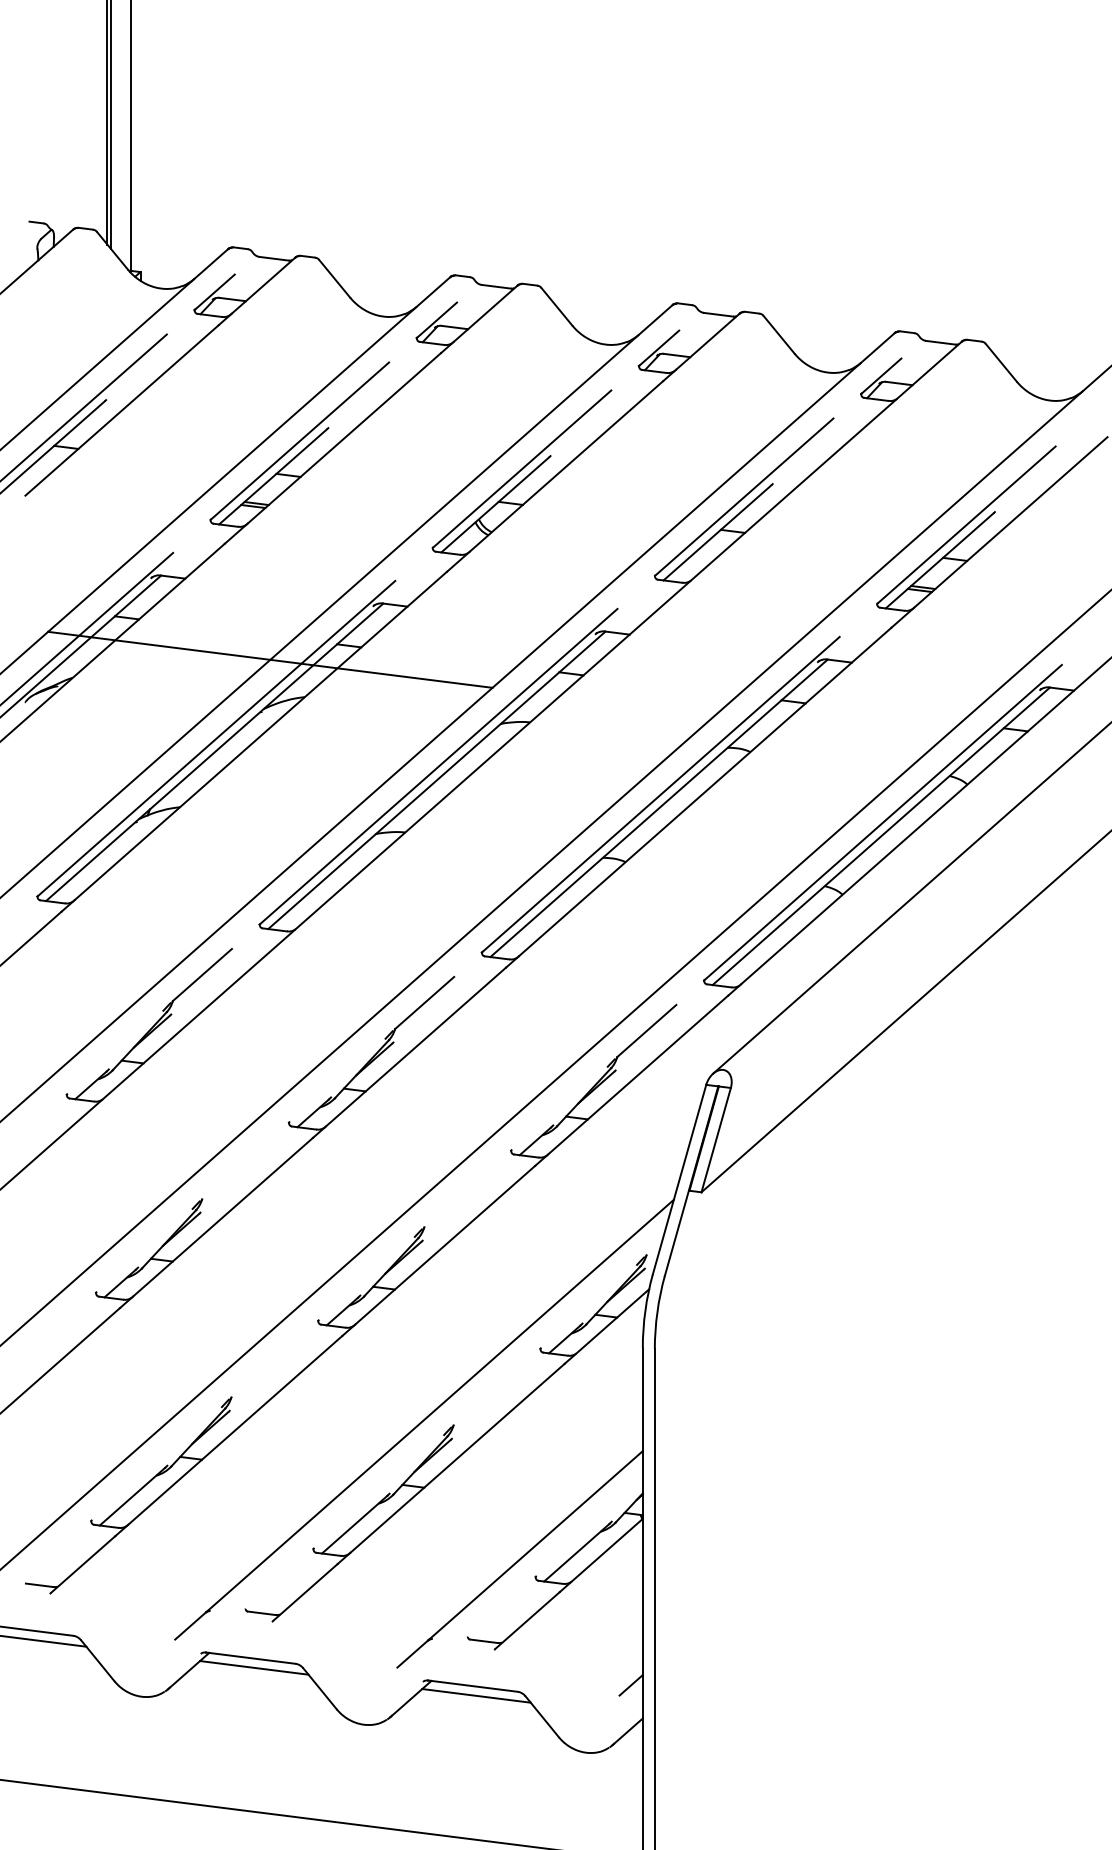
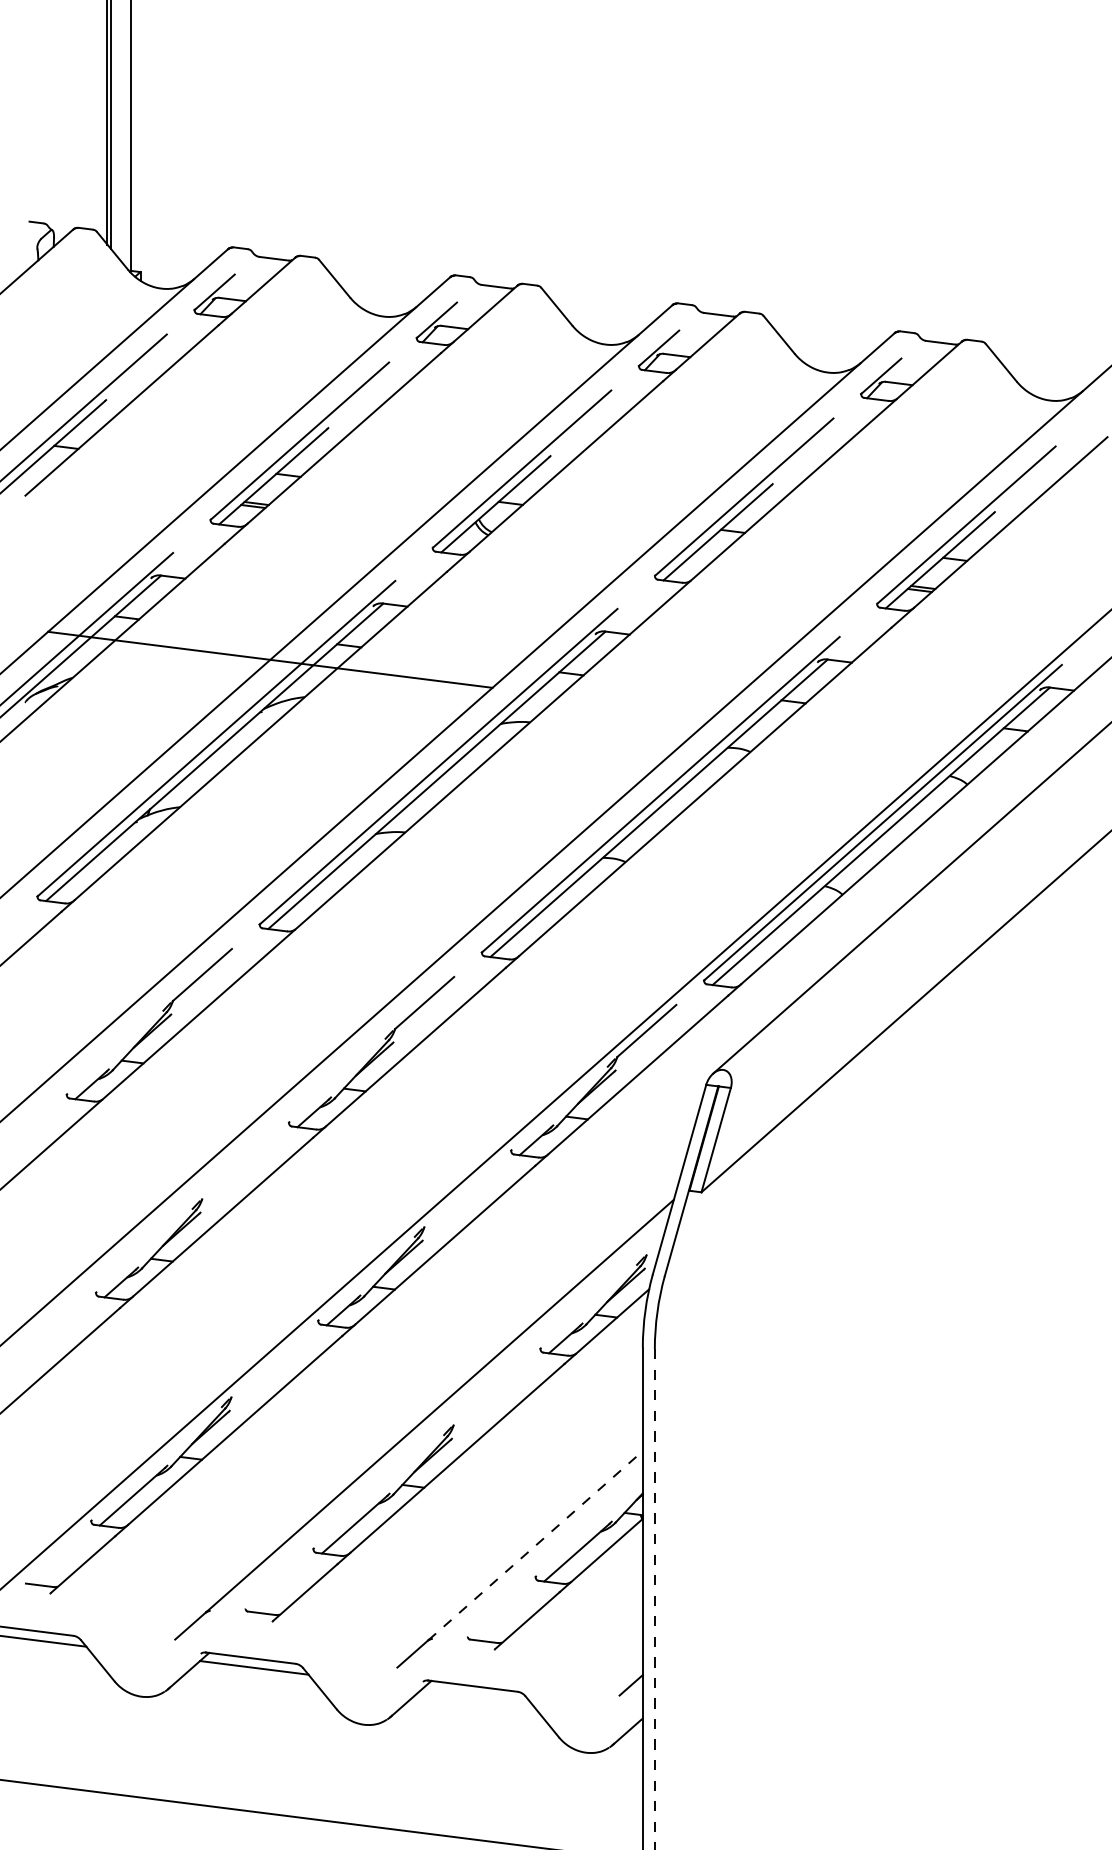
line at (555, 1079) position: (555, 1079) -> (555, 1100)
line at (535, 1545): solid -> dashed
line at (654, 1599): solid -> dashed
line at (476, 1695): present -> none
